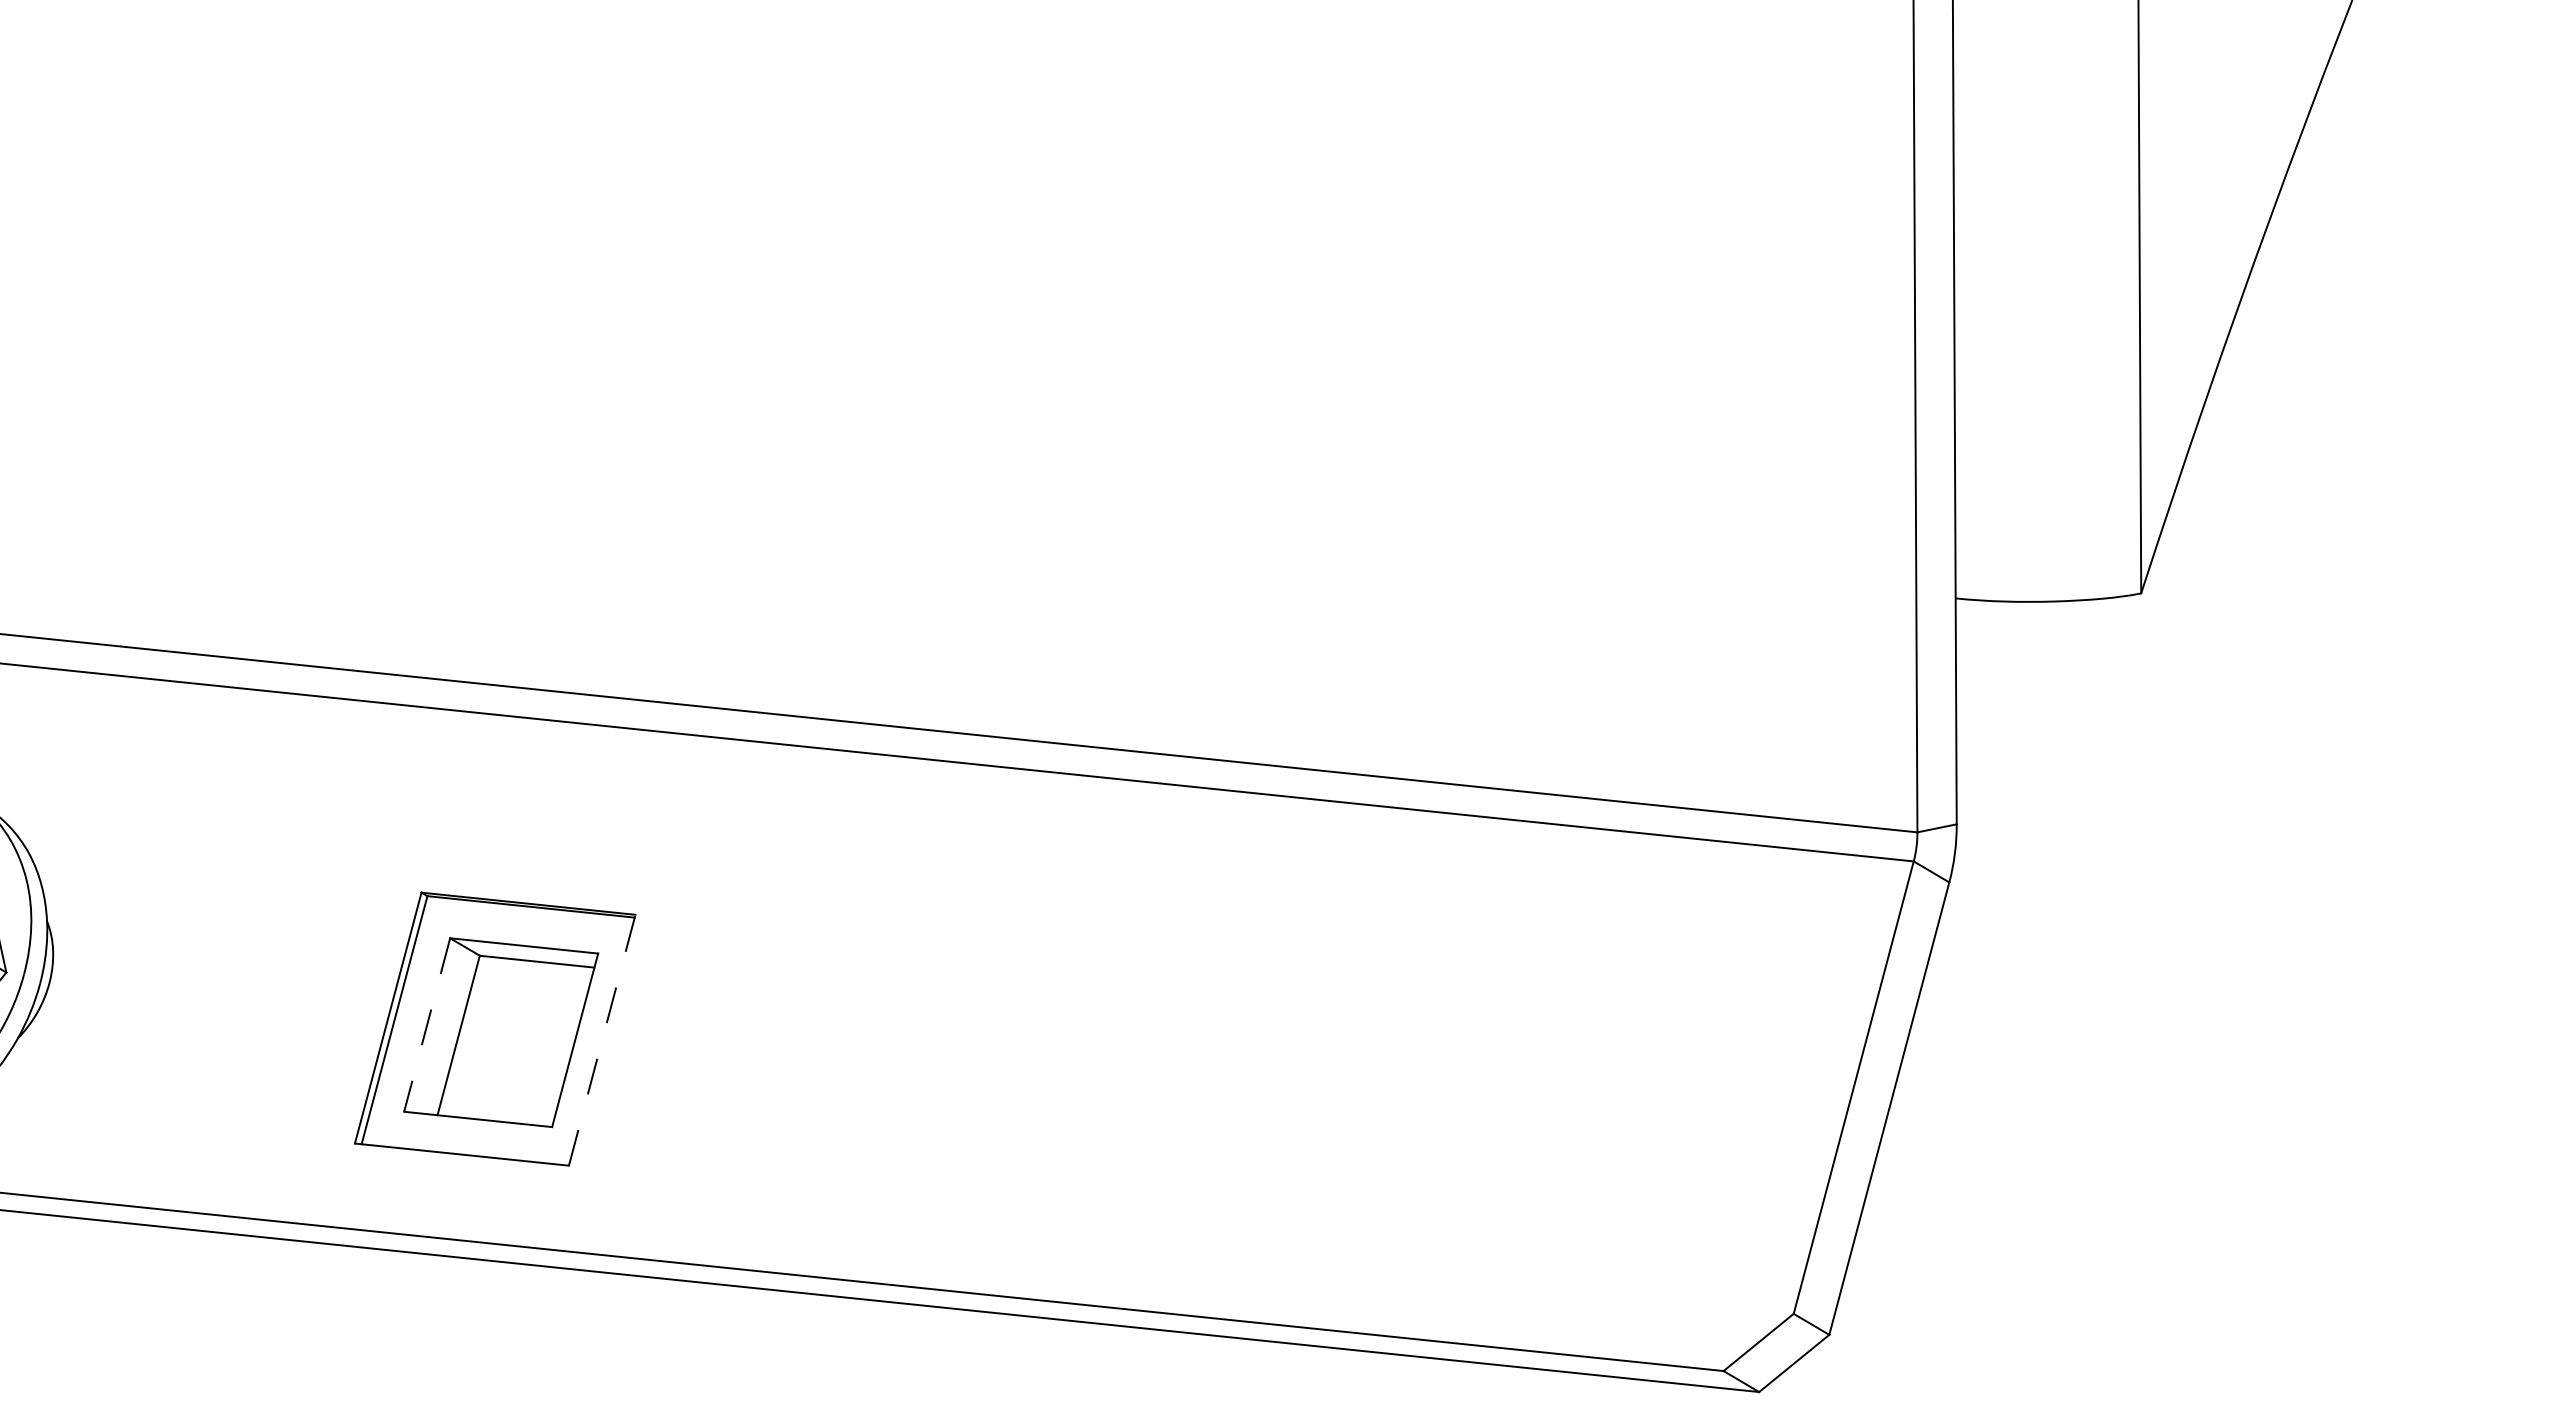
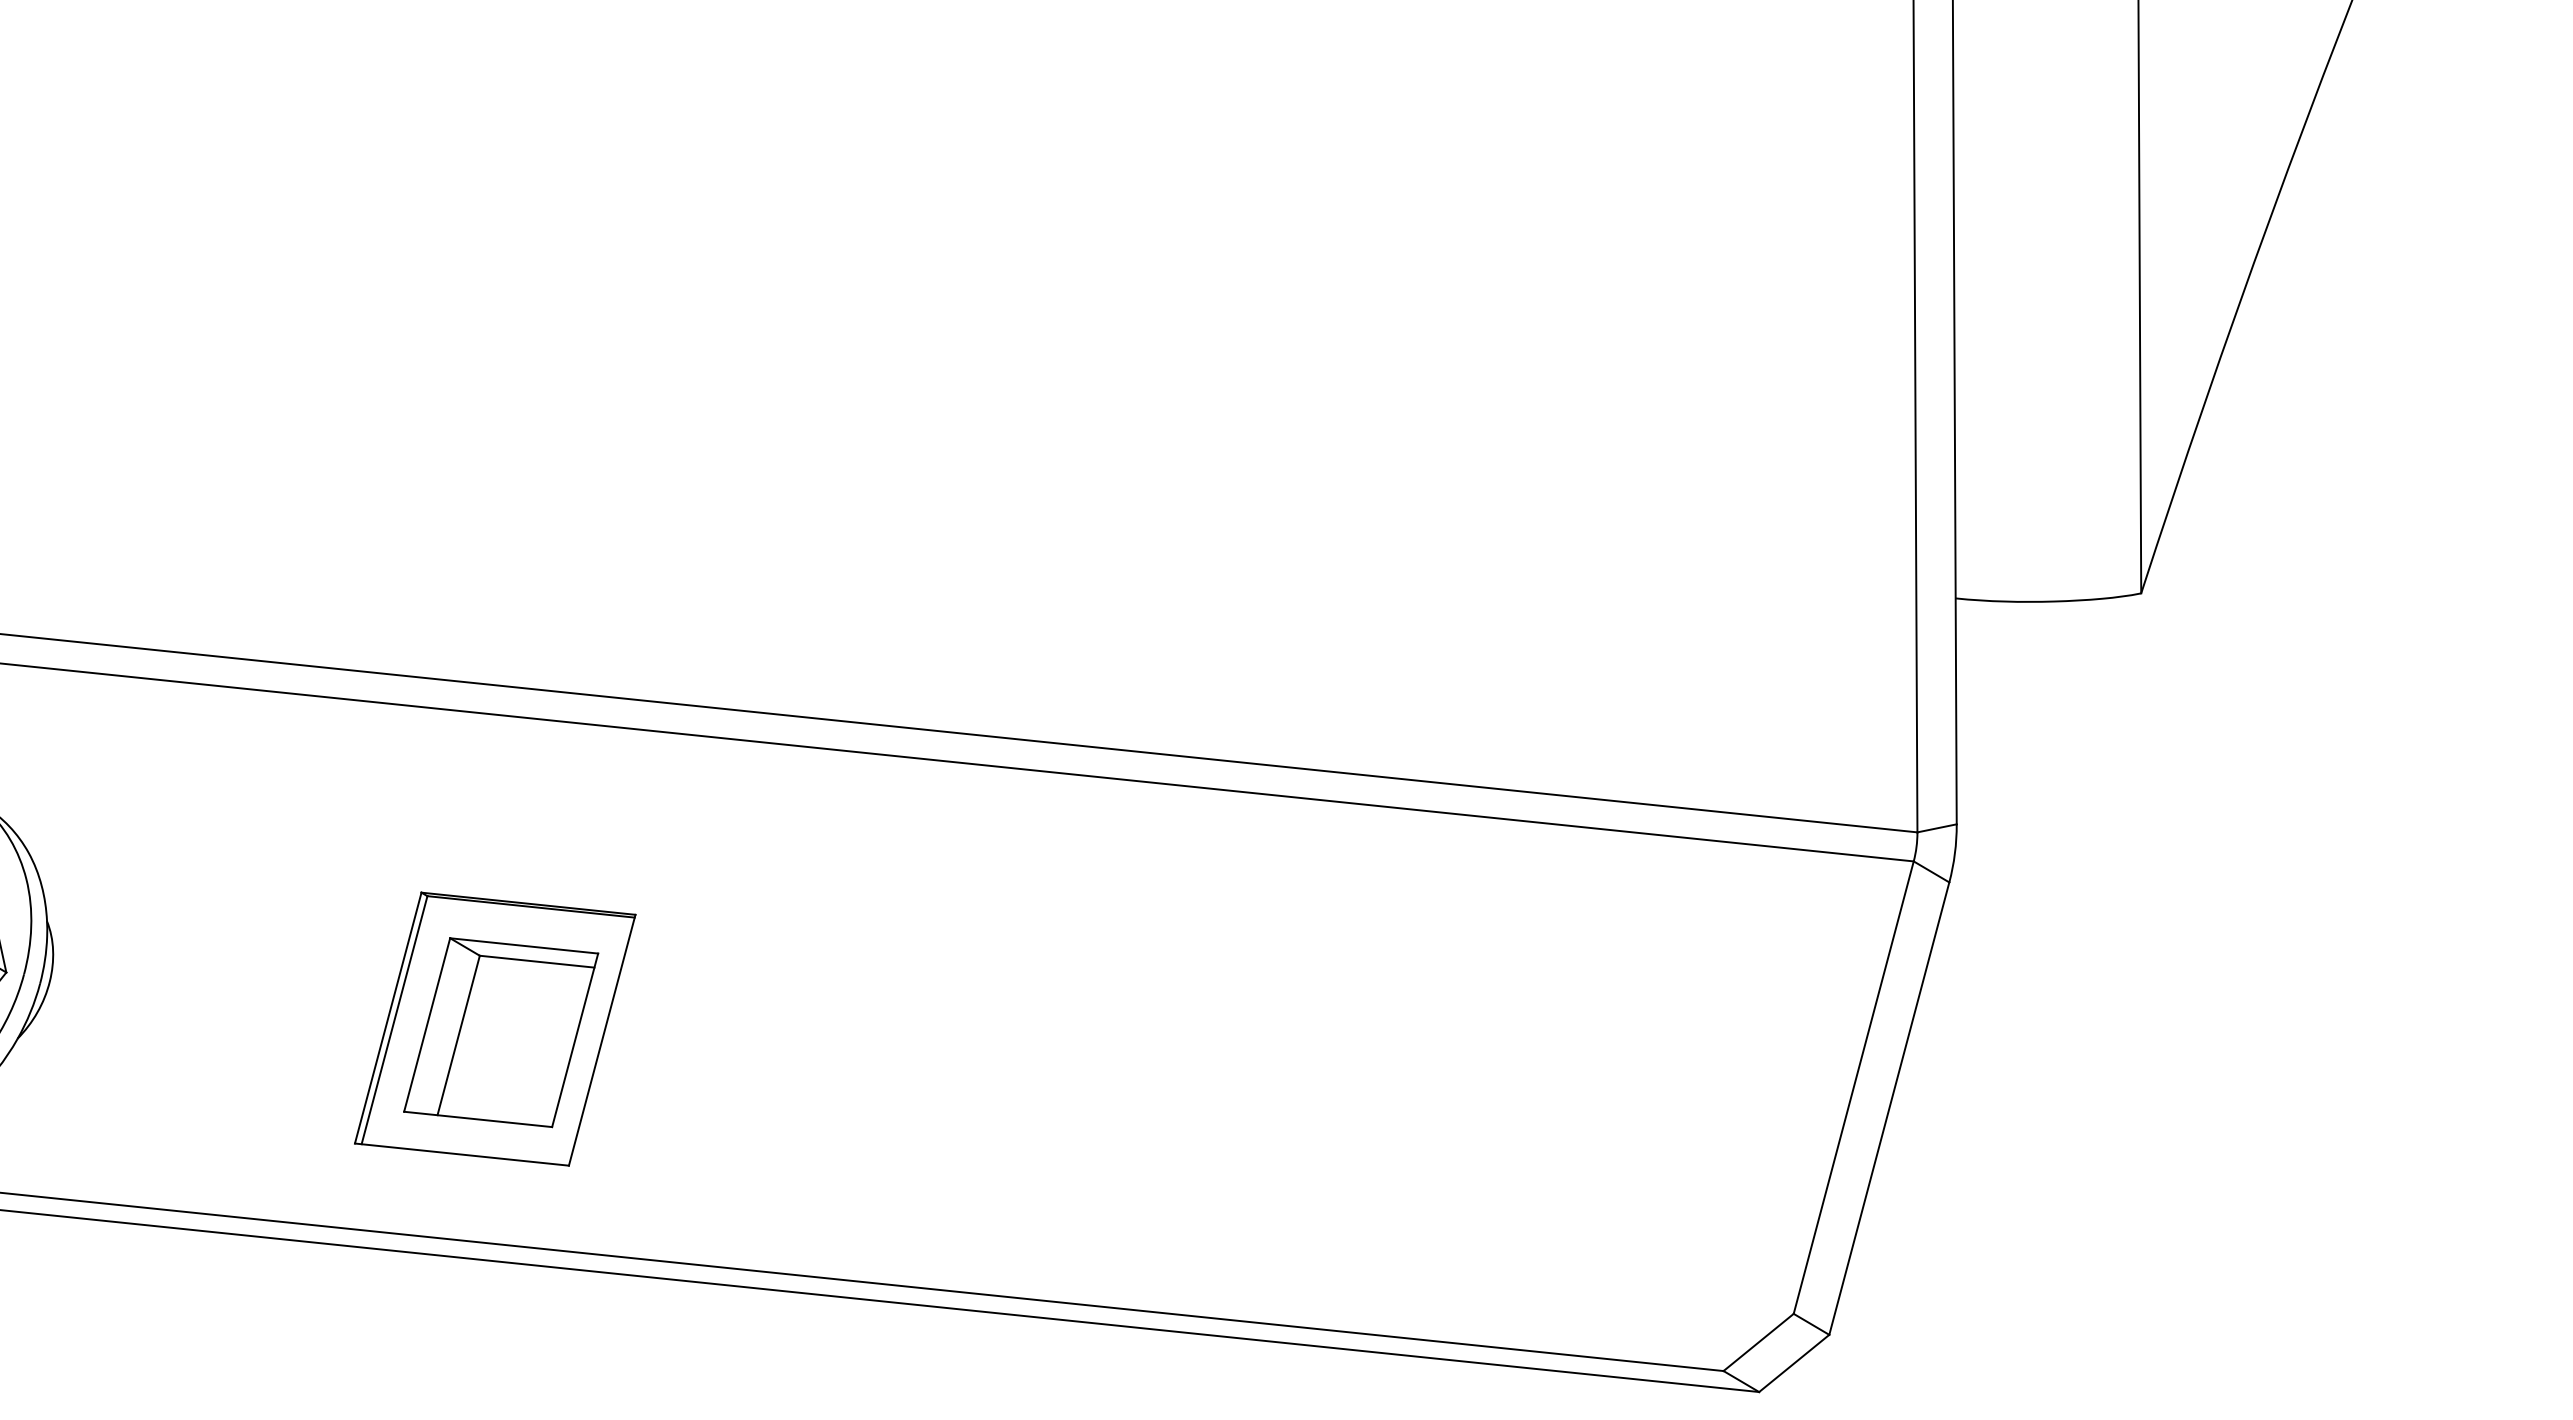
line at (427, 1025): dashed -> solid
line at (602, 1040): dashed -> solid
